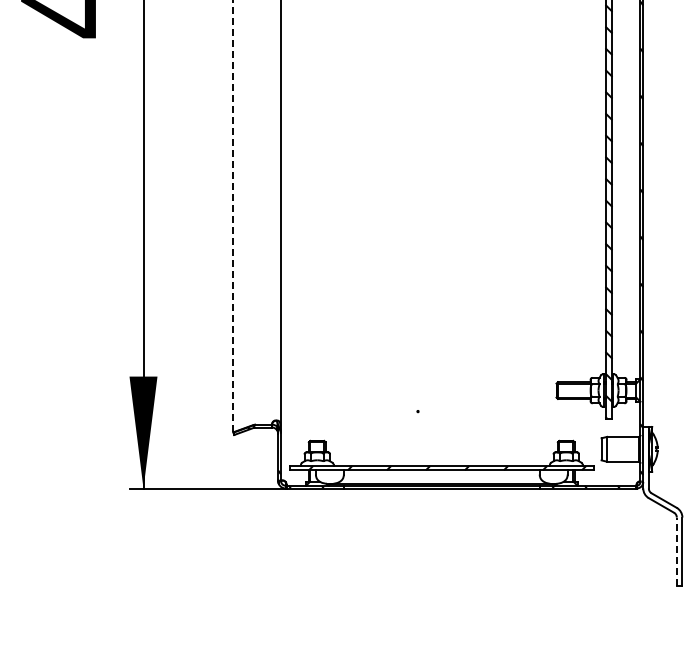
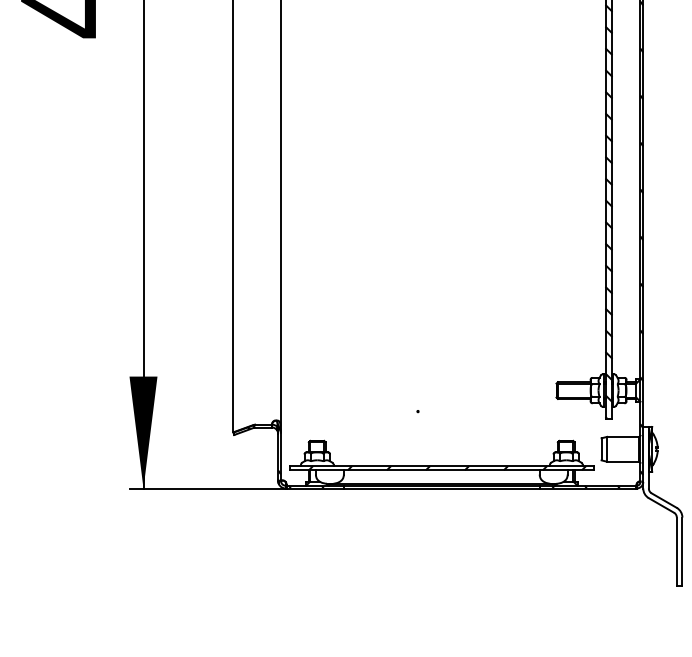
line at (233, 216): dashed -> solid
line at (676, 551): dashed -> solid
